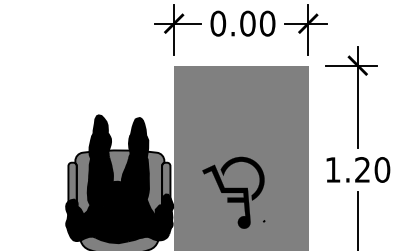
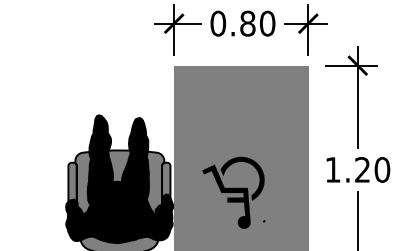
text at (247, 23): 0.00 -> 0.80
